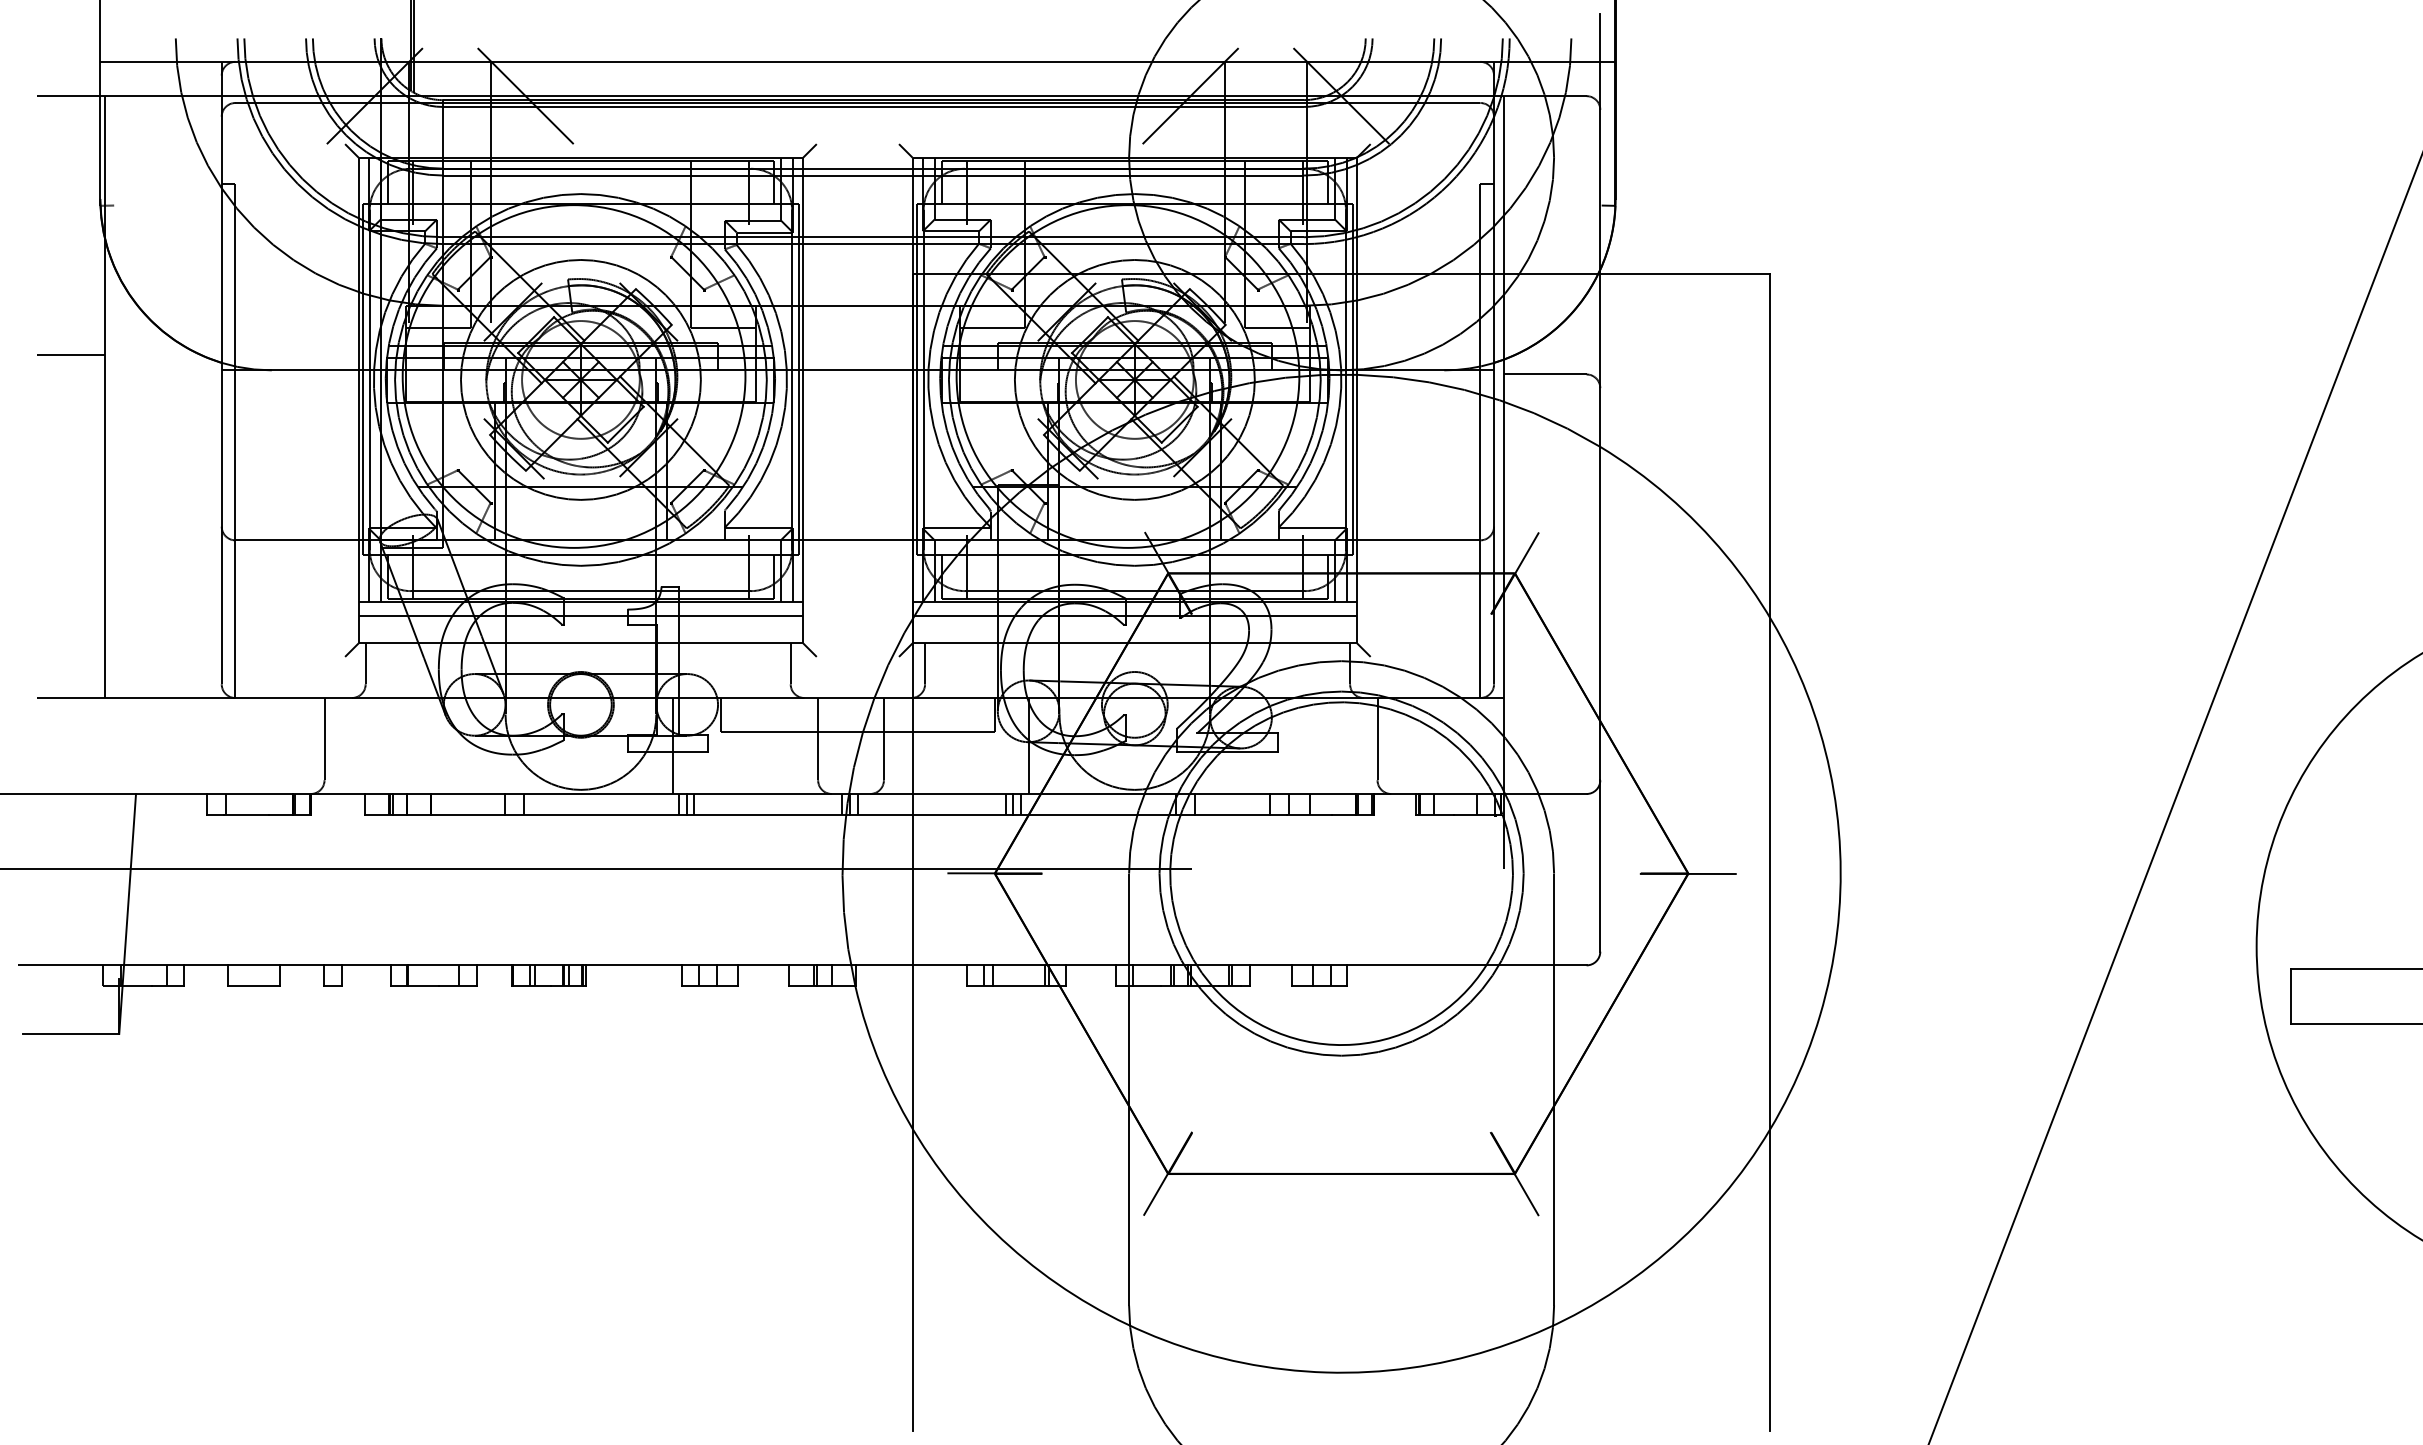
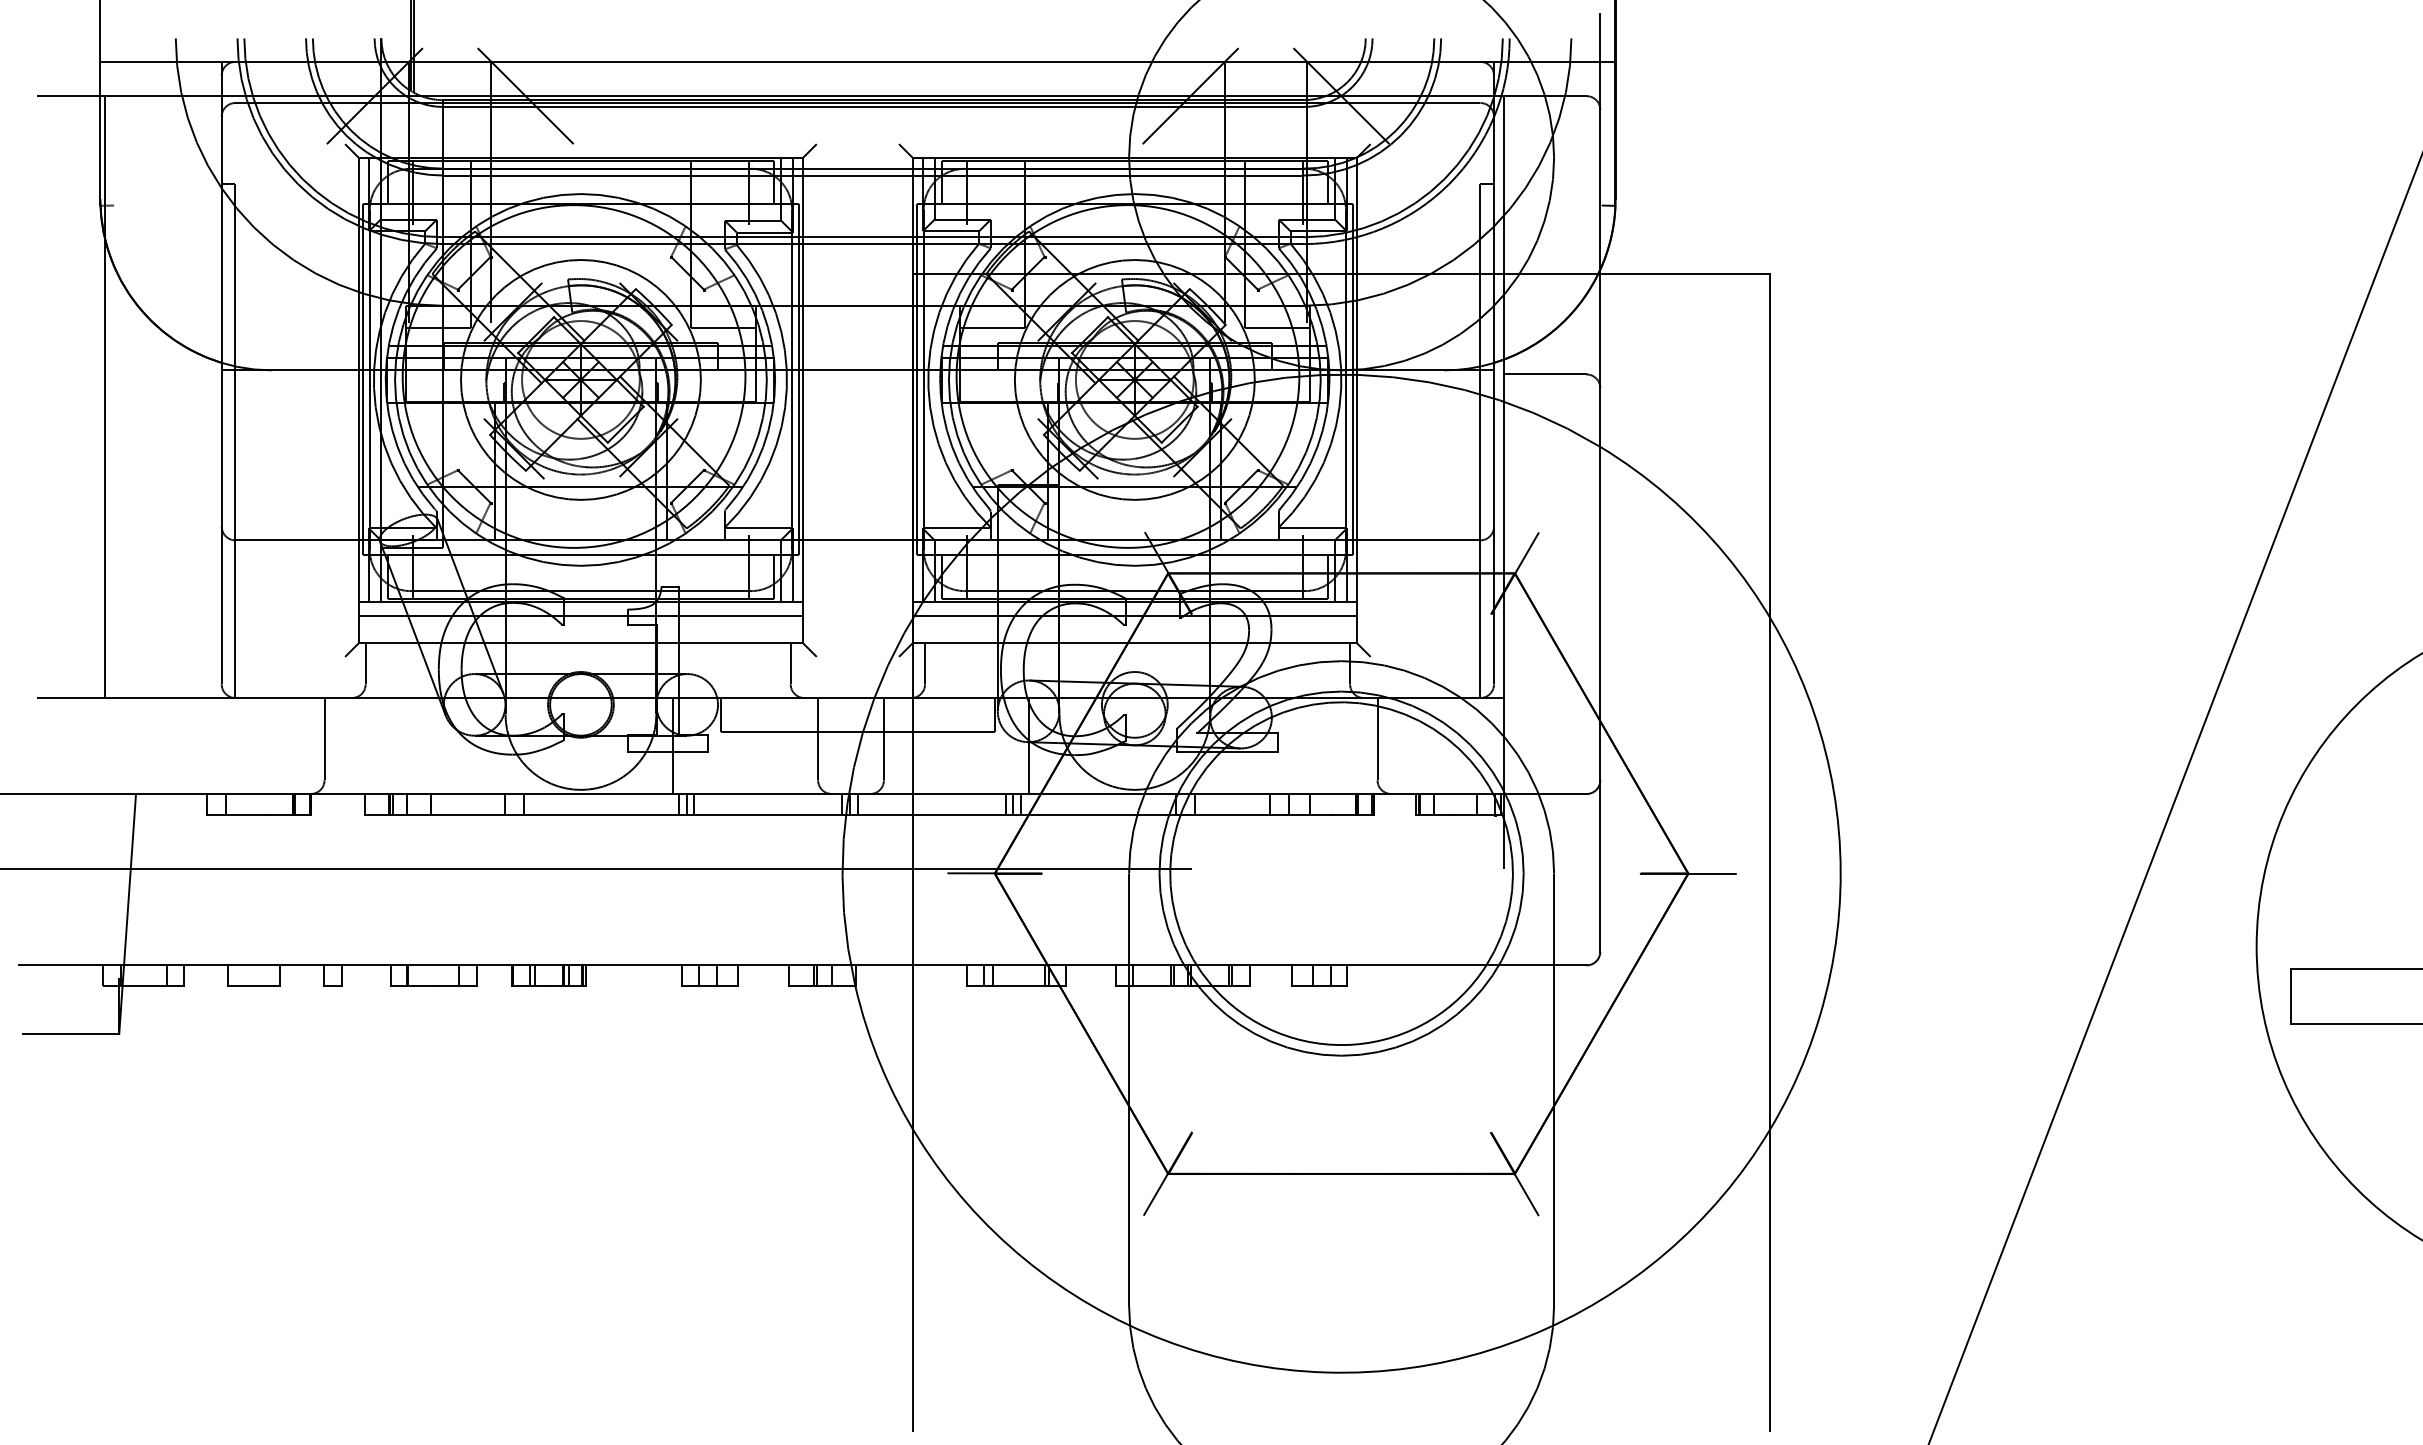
line at (70, 355): present -> none
